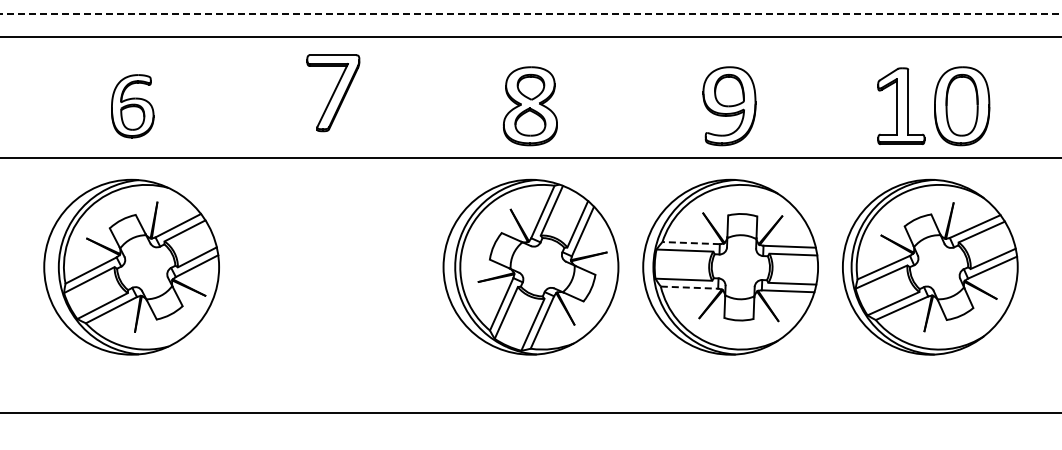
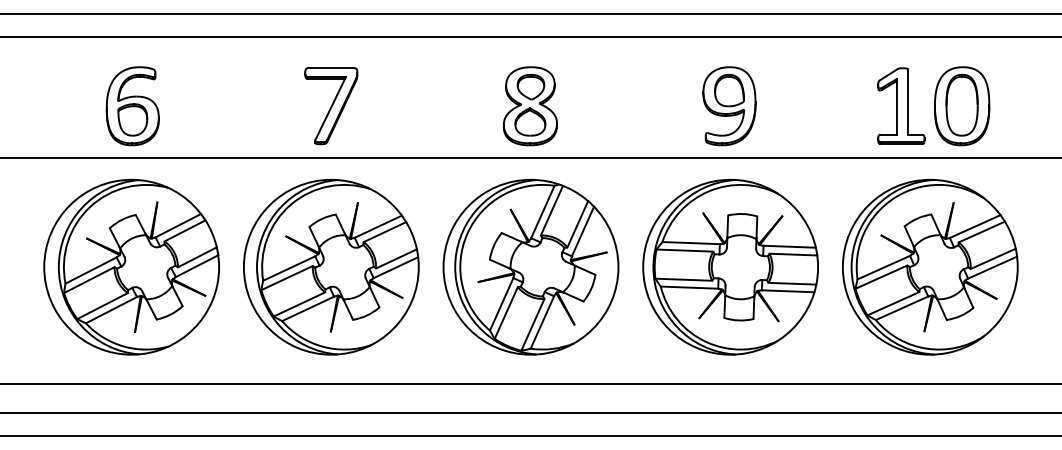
line at (531, 13): dashed -> solid
part at (333, 93) position: (333, 93) -> (331, 106)
part at (132, 106) size: 44x65 px -> 55x81 px
line at (691, 243): dashed -> solid
part at (331, 266): none -> present
line at (689, 287): dashed -> solid
line at (530, 383): none -> present
line at (530, 436): none -> present
